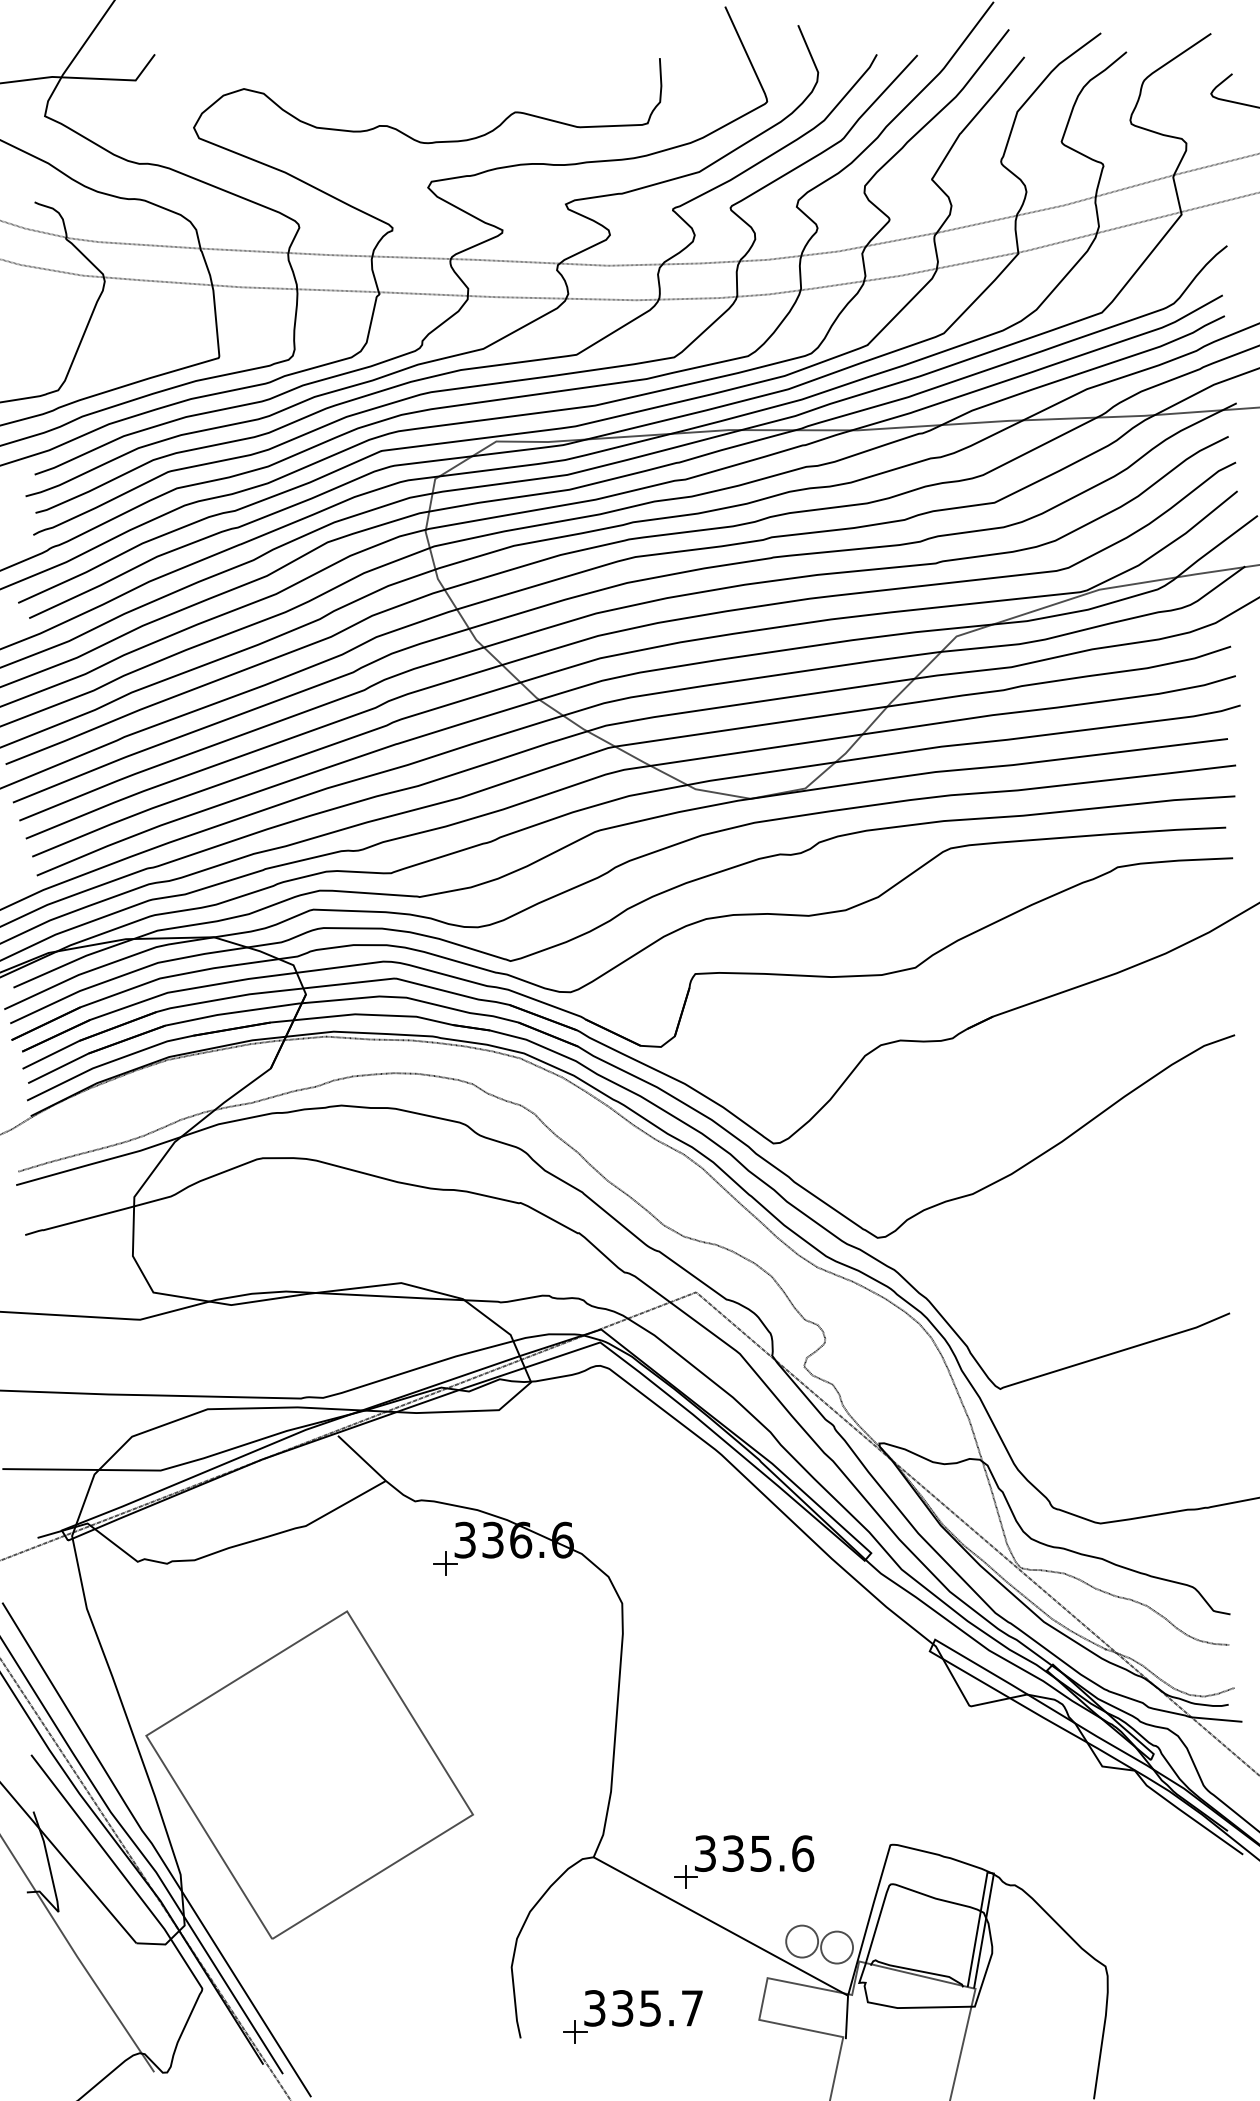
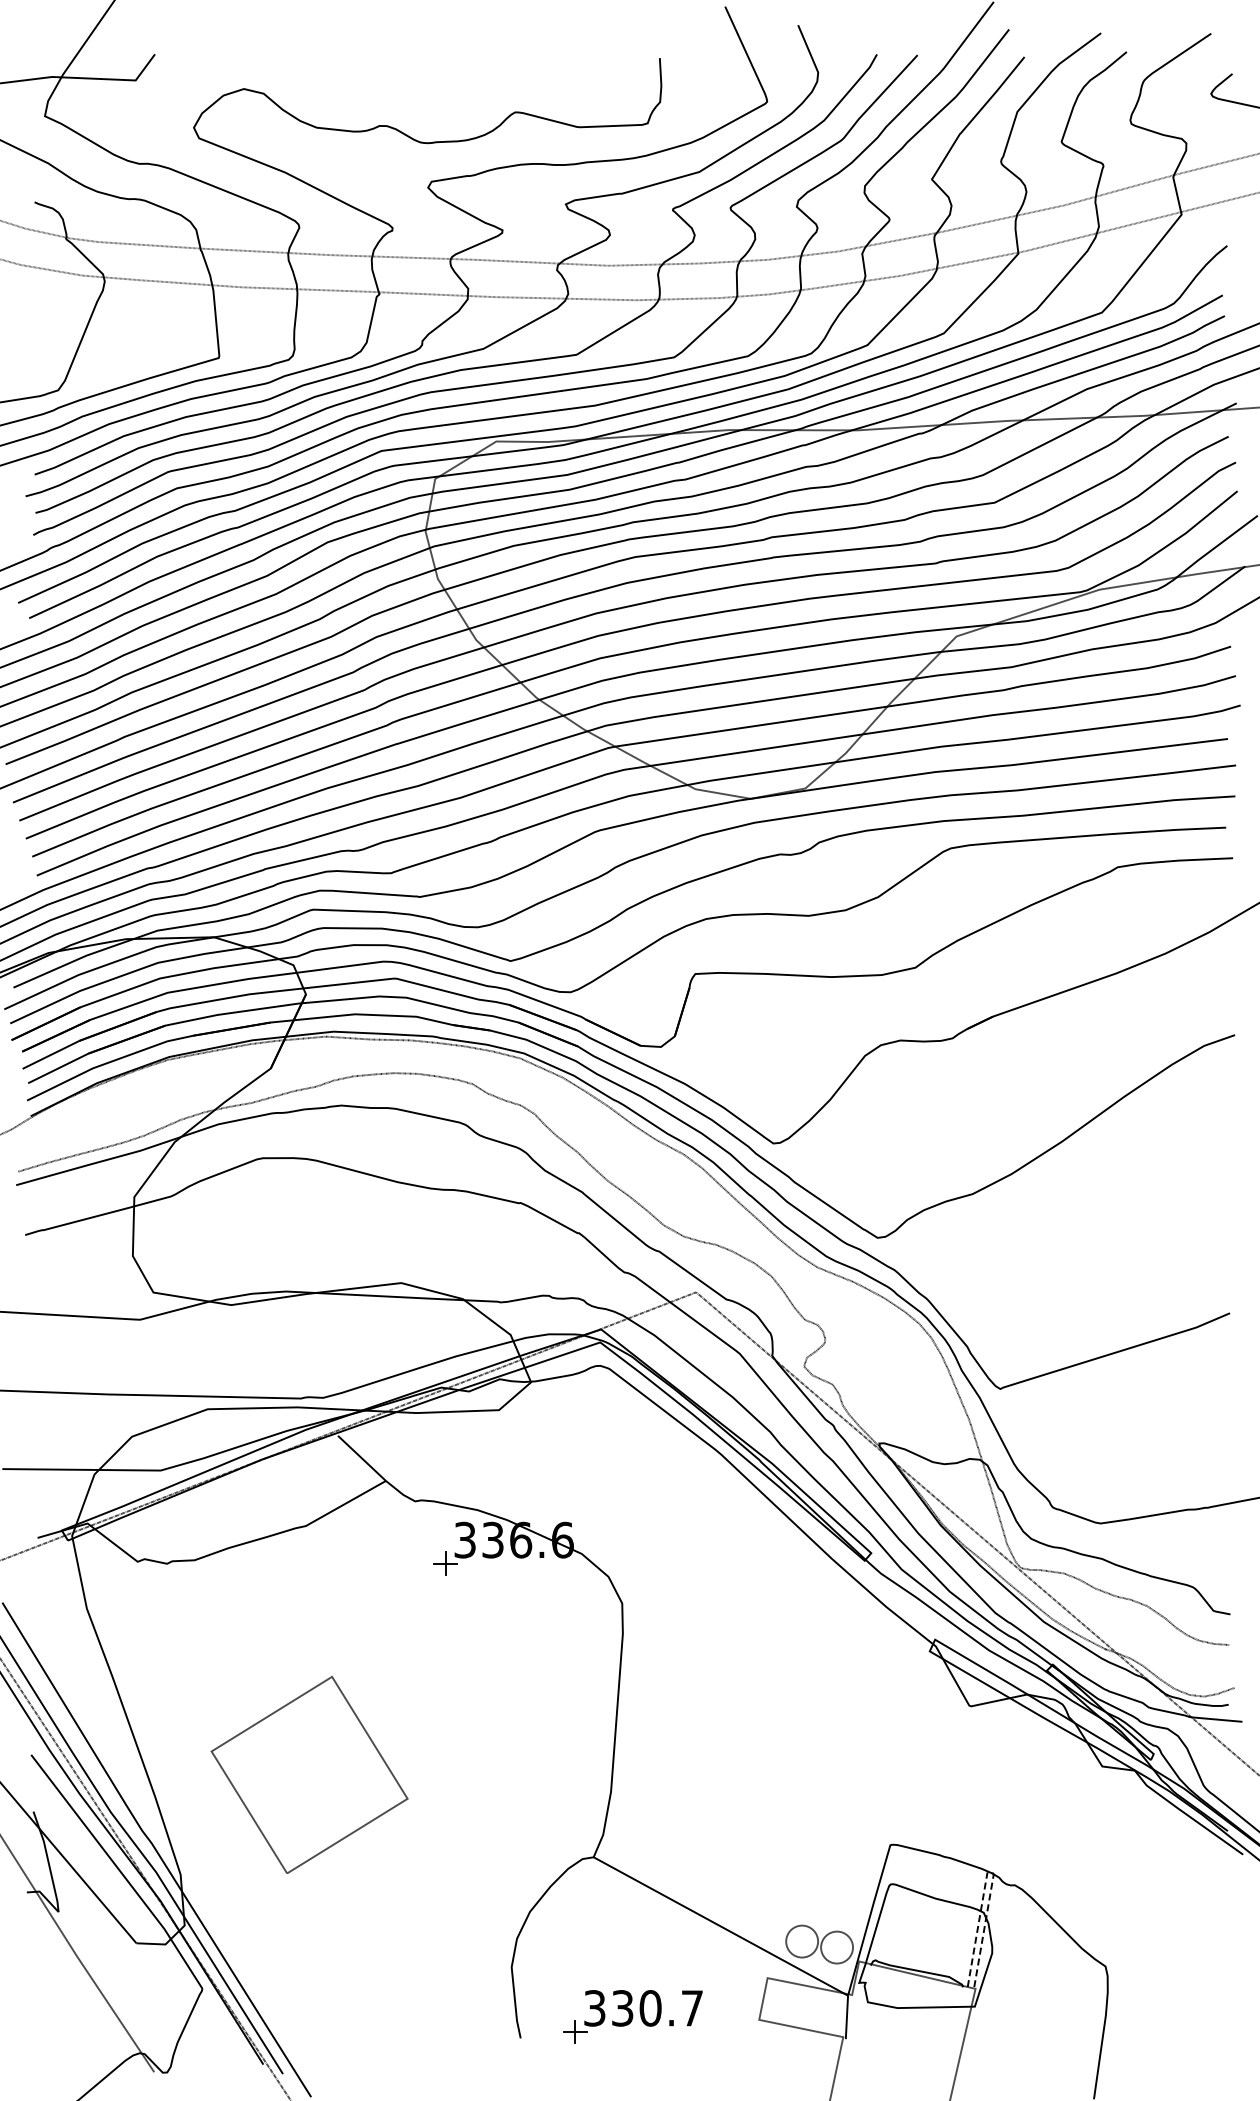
part at (309, 1774) size: 329x330 px -> 199x199 px
part at (744, 1861): present -> none
line at (991, 1873): solid -> dashed
text at (650, 2008): 335.7 -> 330.7
